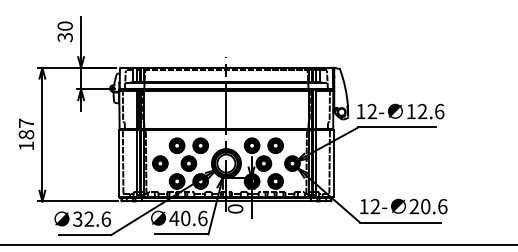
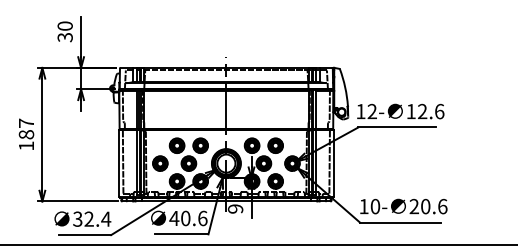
text at (375, 206): 12- -> 10-
text at (235, 208): 0 -> 9
text at (106, 218): 32.6 -> 32.4
